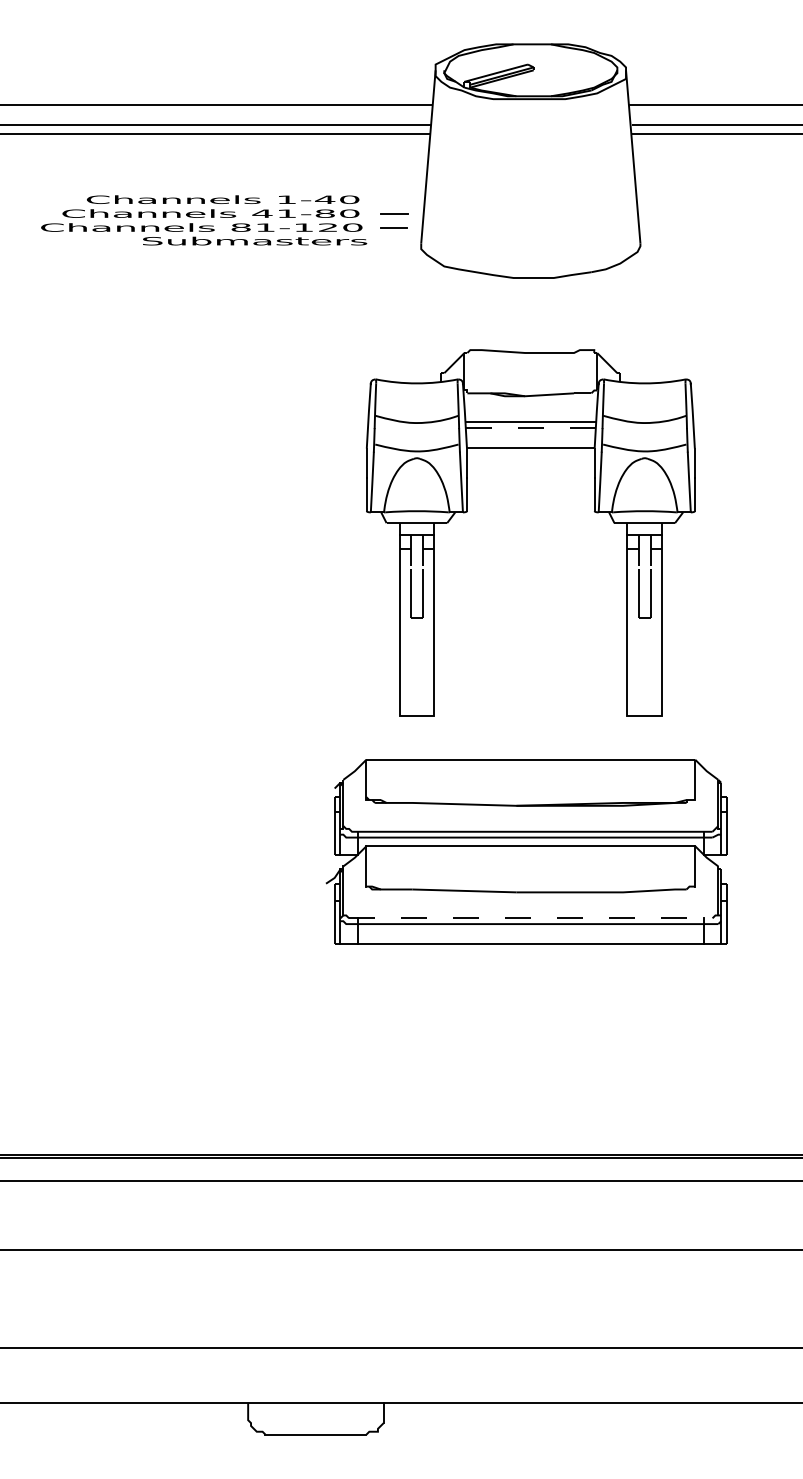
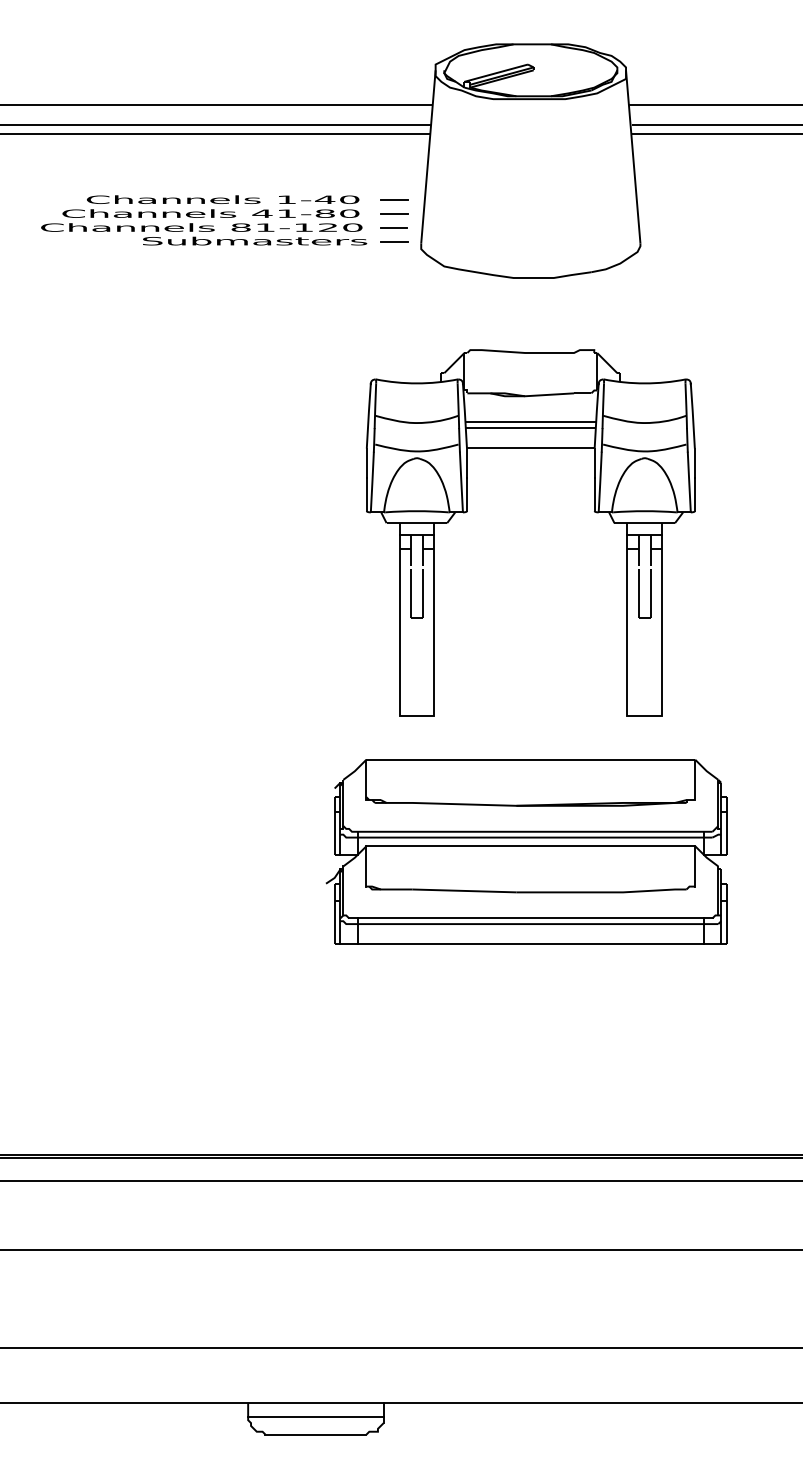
line at (394, 200): none -> present
line at (394, 241): none -> present
line at (530, 427): dashed -> solid
line at (530, 918): dashed -> solid
line at (315, 1417): none -> present
